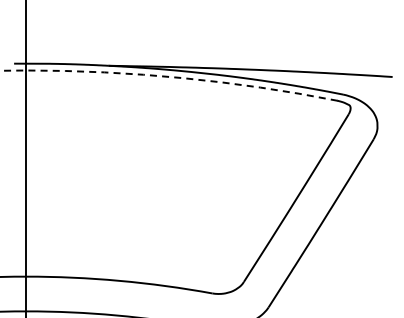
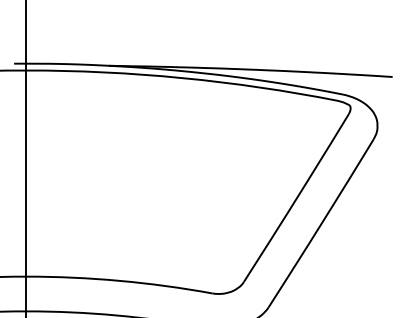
arc at (169, 76): dashed -> solid
